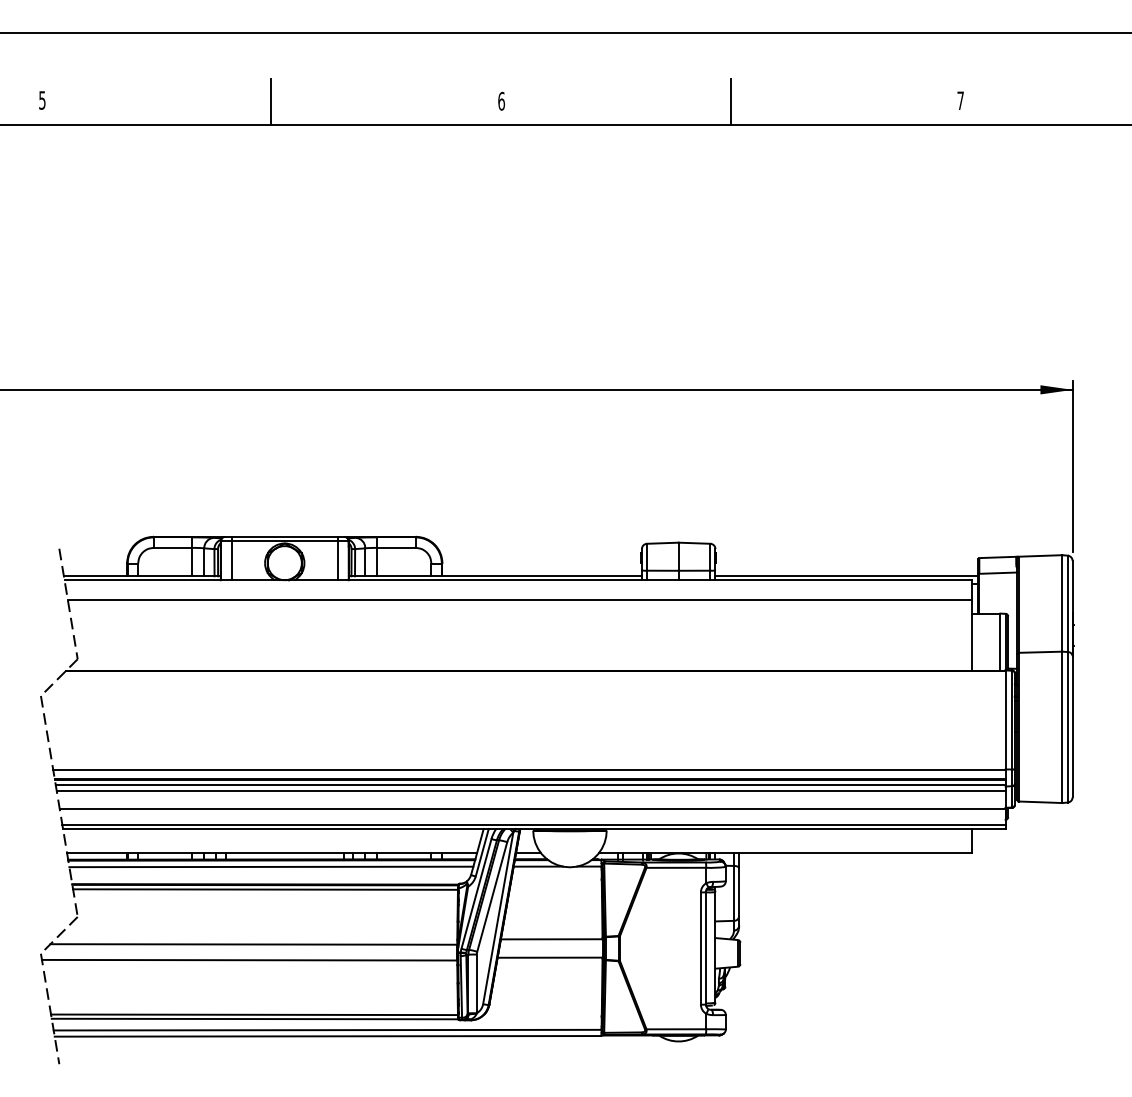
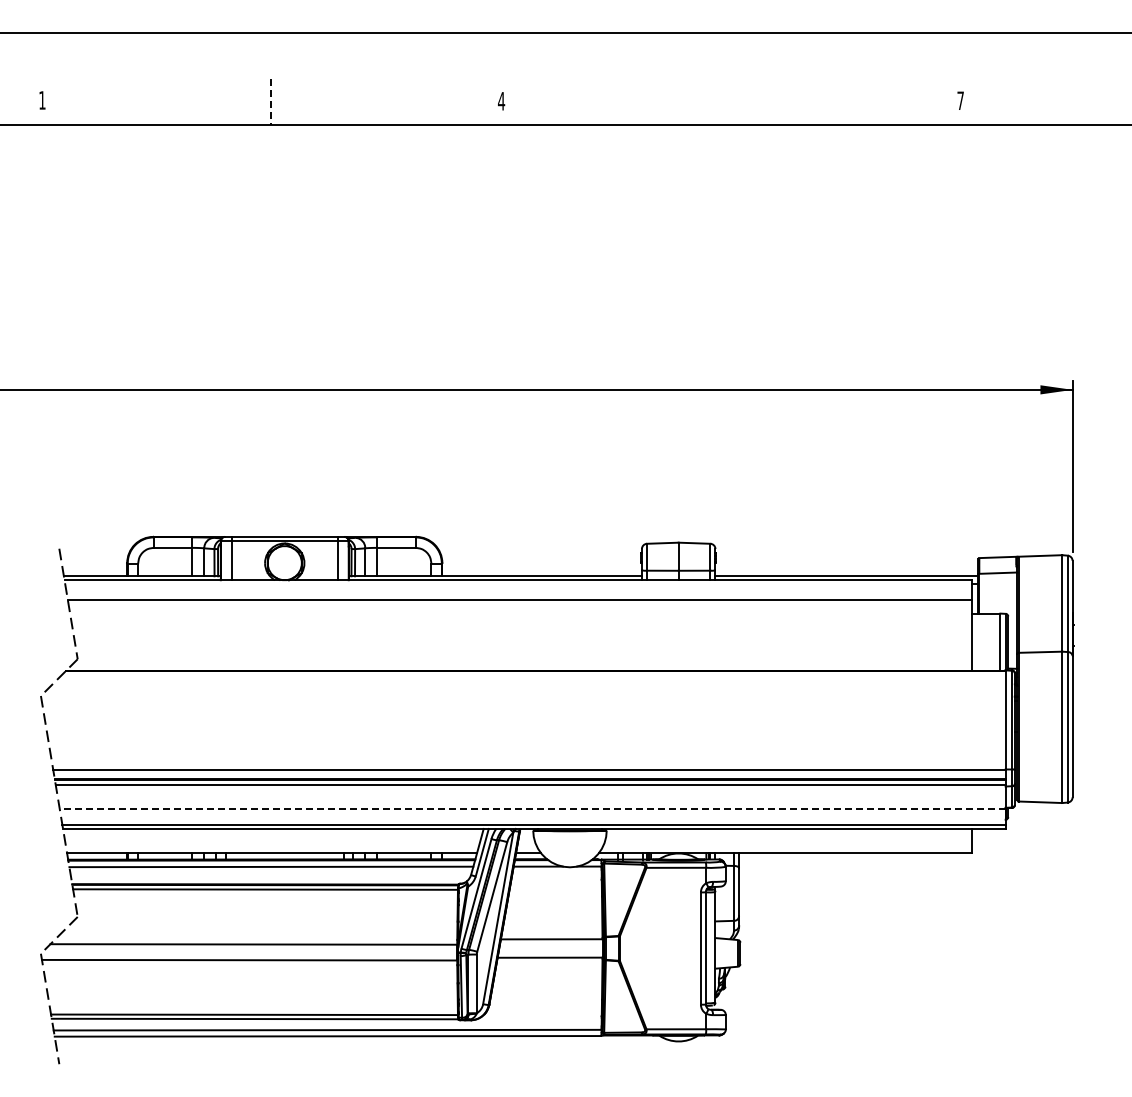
text at (42, 100): 5 -> 1
text at (501, 100): 6 -> 4
line at (271, 101): solid -> dashed
line at (730, 101): present -> none
line at (530, 790): present -> none
line at (532, 808): solid -> dashed
